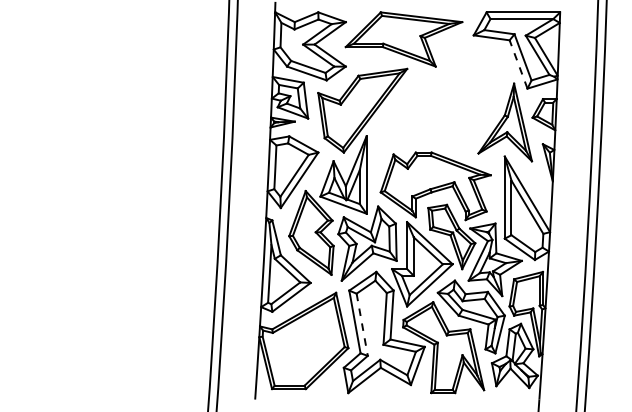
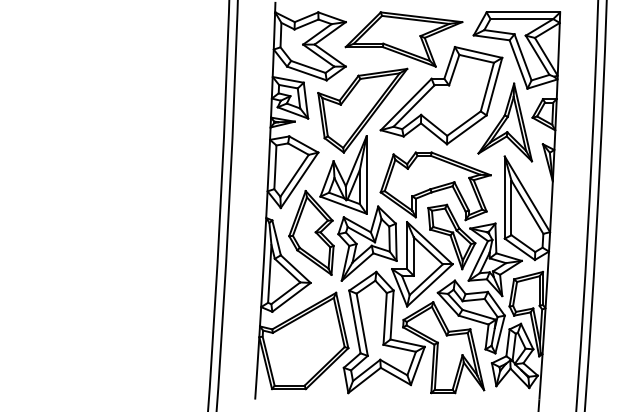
line at (518, 64): dashed -> solid
part at (441, 95): none -> present
line at (362, 324): dashed -> solid
